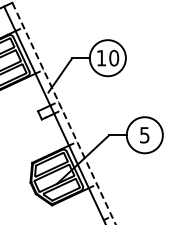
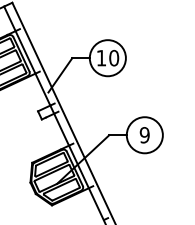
line at (63, 113): dashed -> solid
text at (144, 135): 5 -> 9
